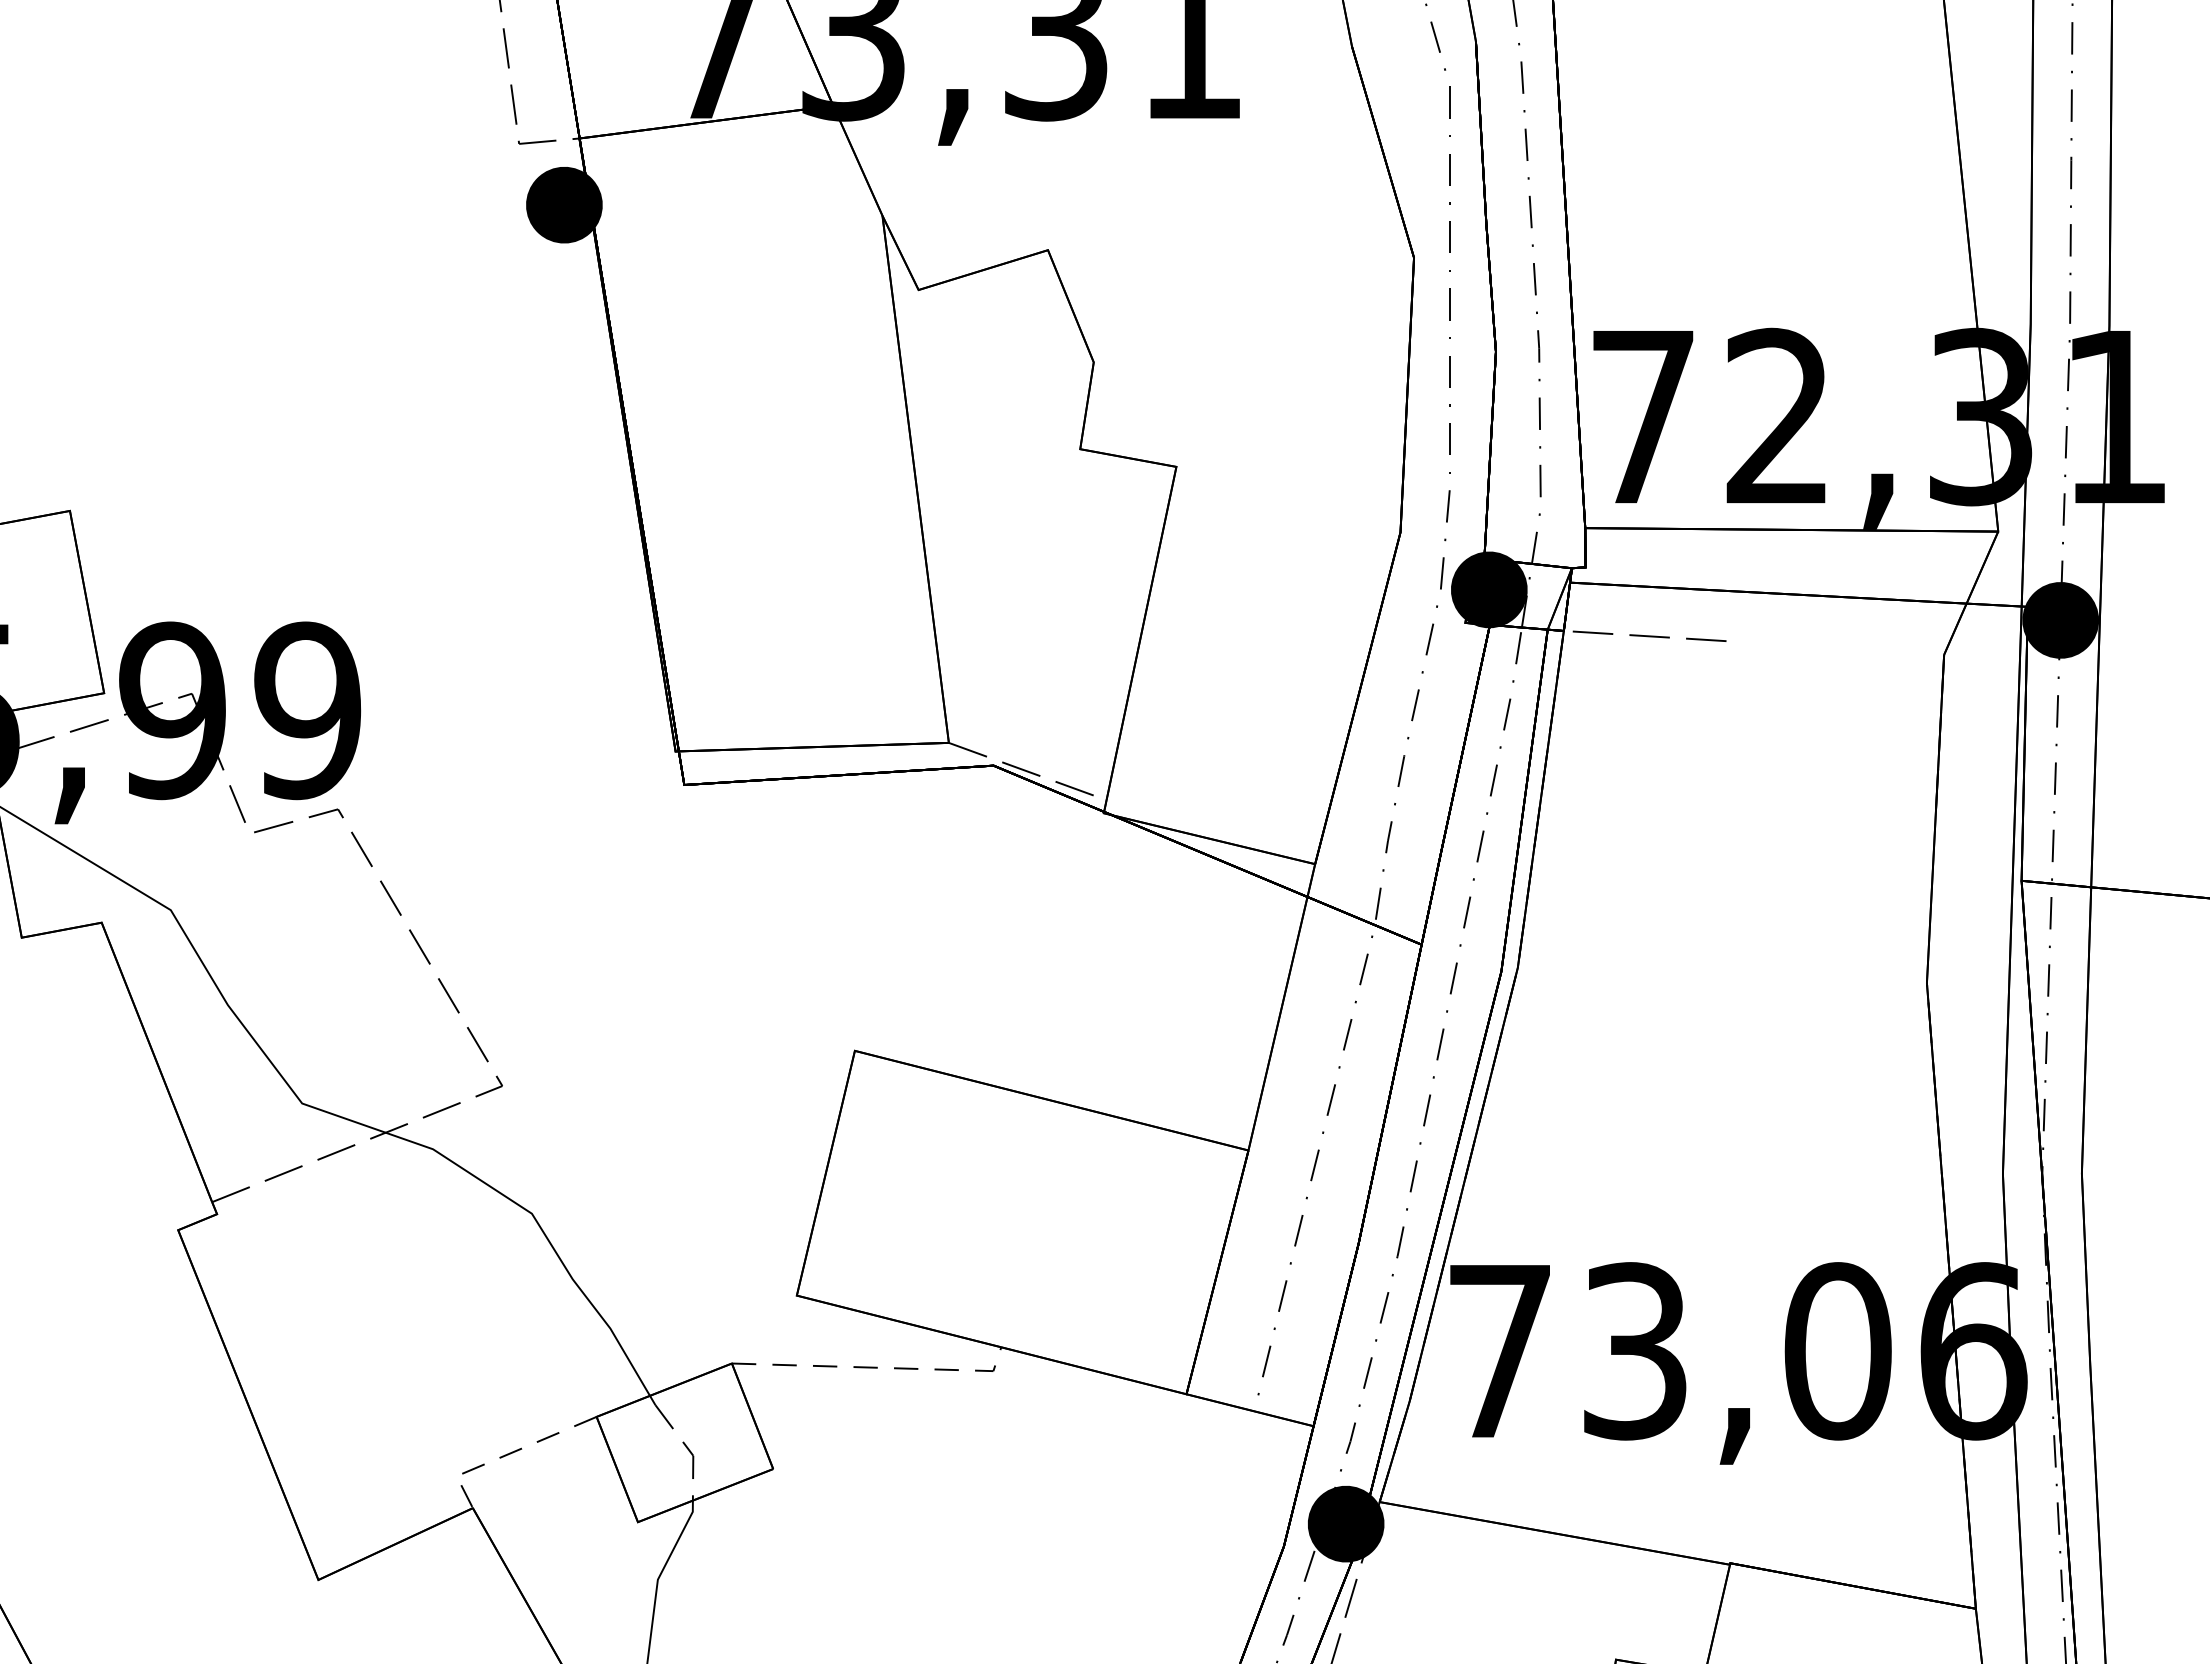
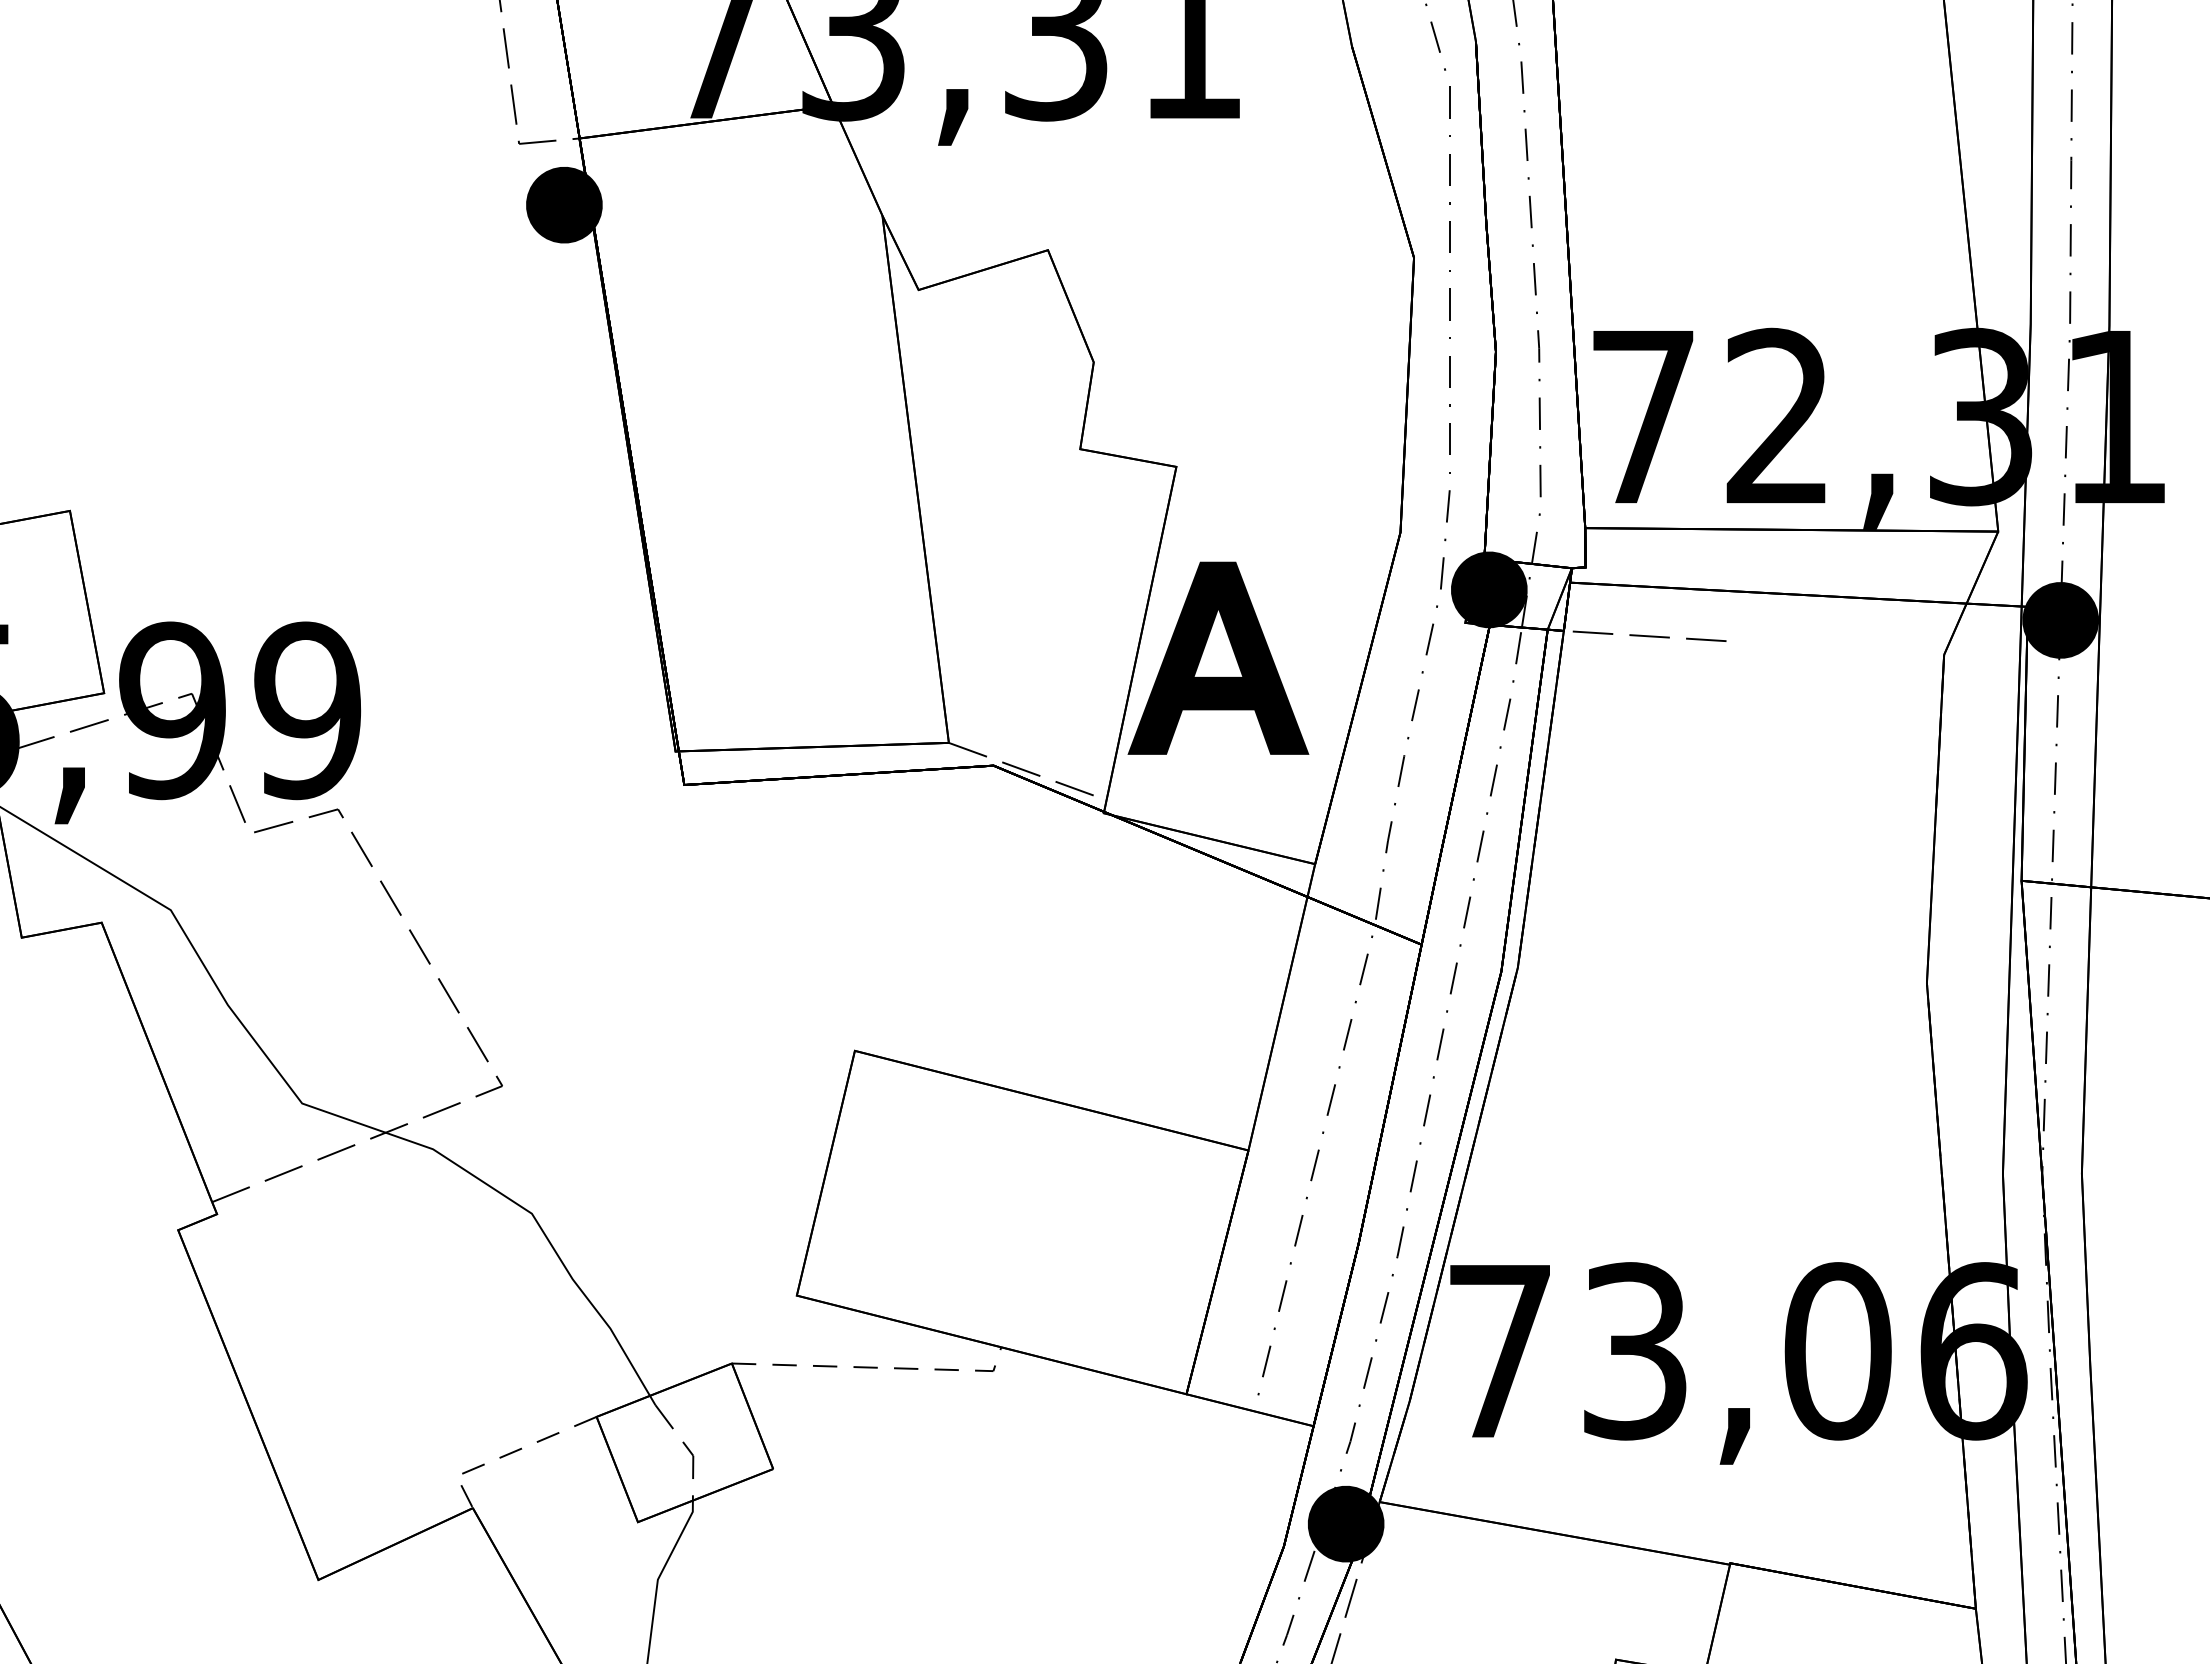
part at (1218, 657): none -> present
